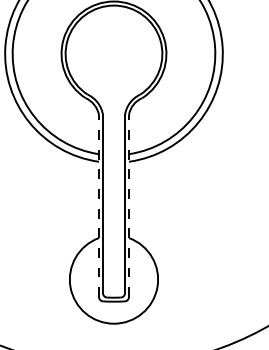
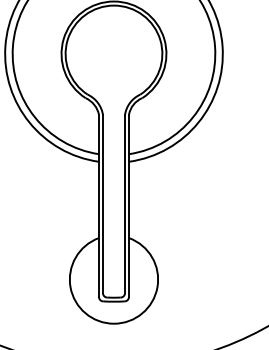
line at (98, 205): dashed -> solid
line at (129, 205): dashed -> solid
